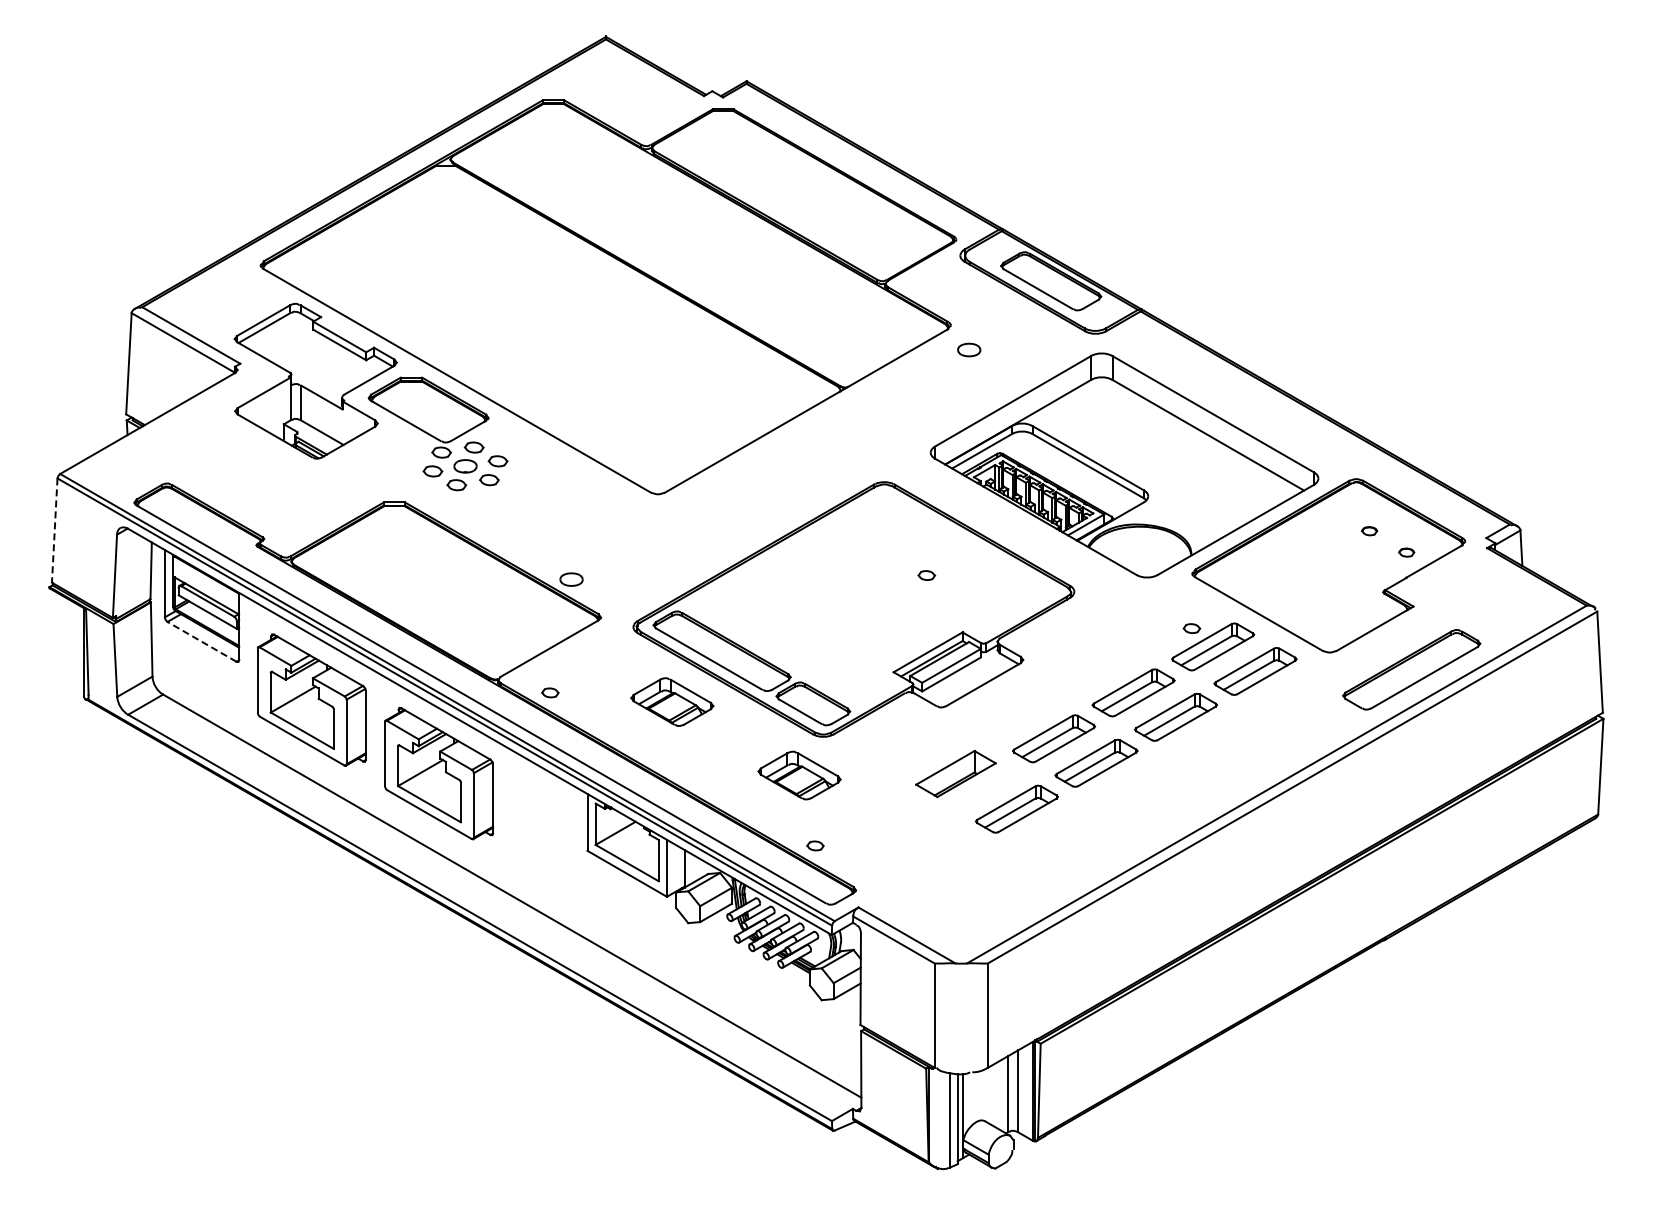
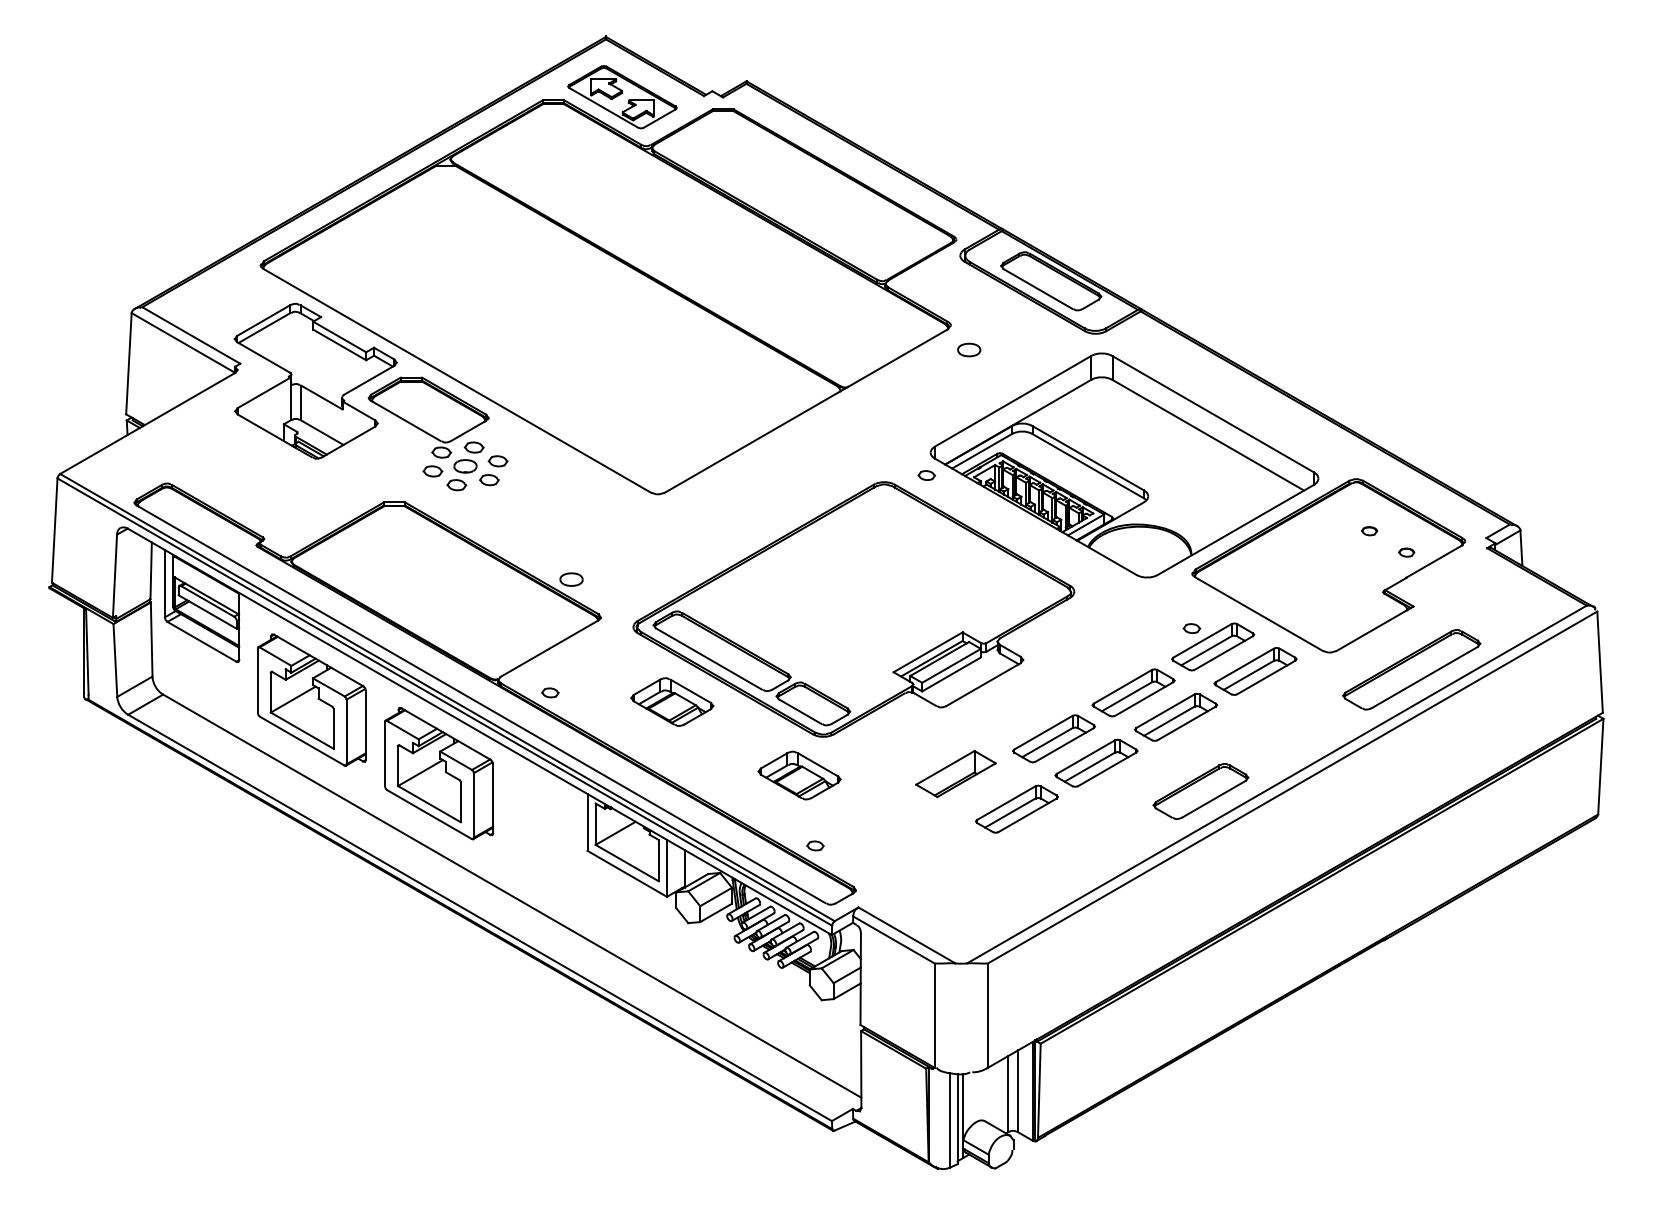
part at (622, 97): none -> present
line at (54, 531): dashed -> solid
part at (926, 575) position: (926, 575) -> (926, 475)
line at (202, 641): dashed -> solid
part at (1200, 791): none -> present
